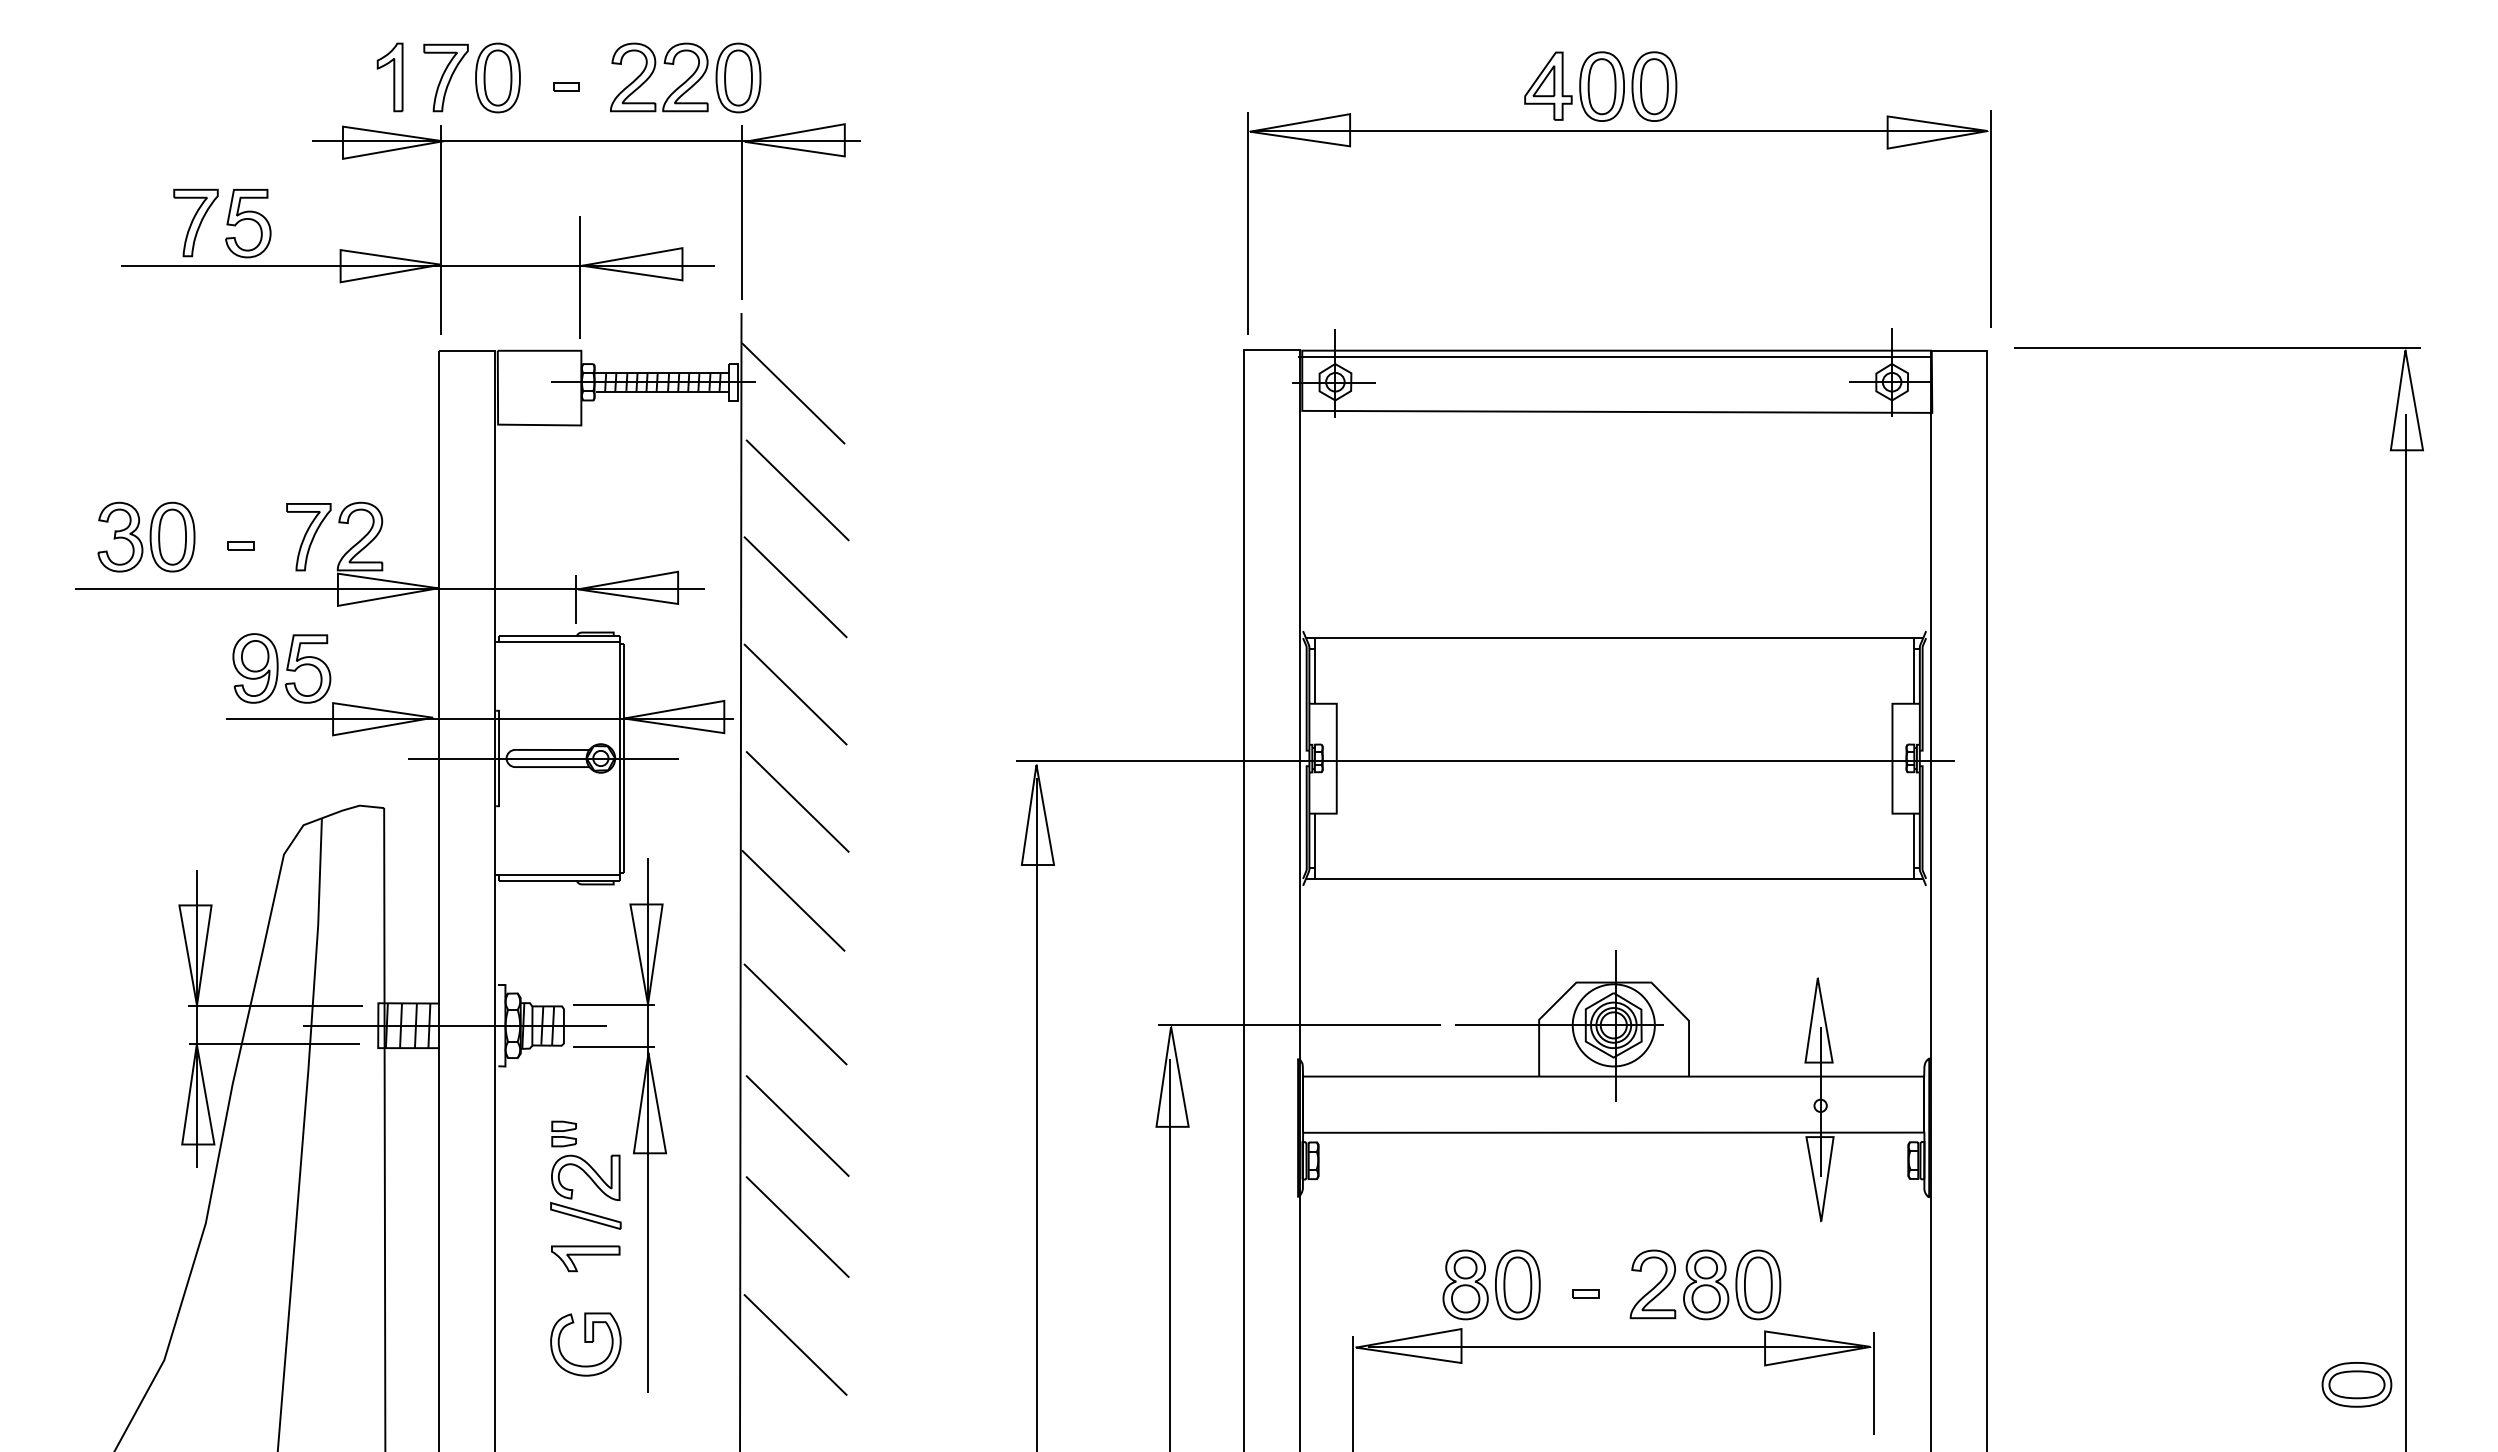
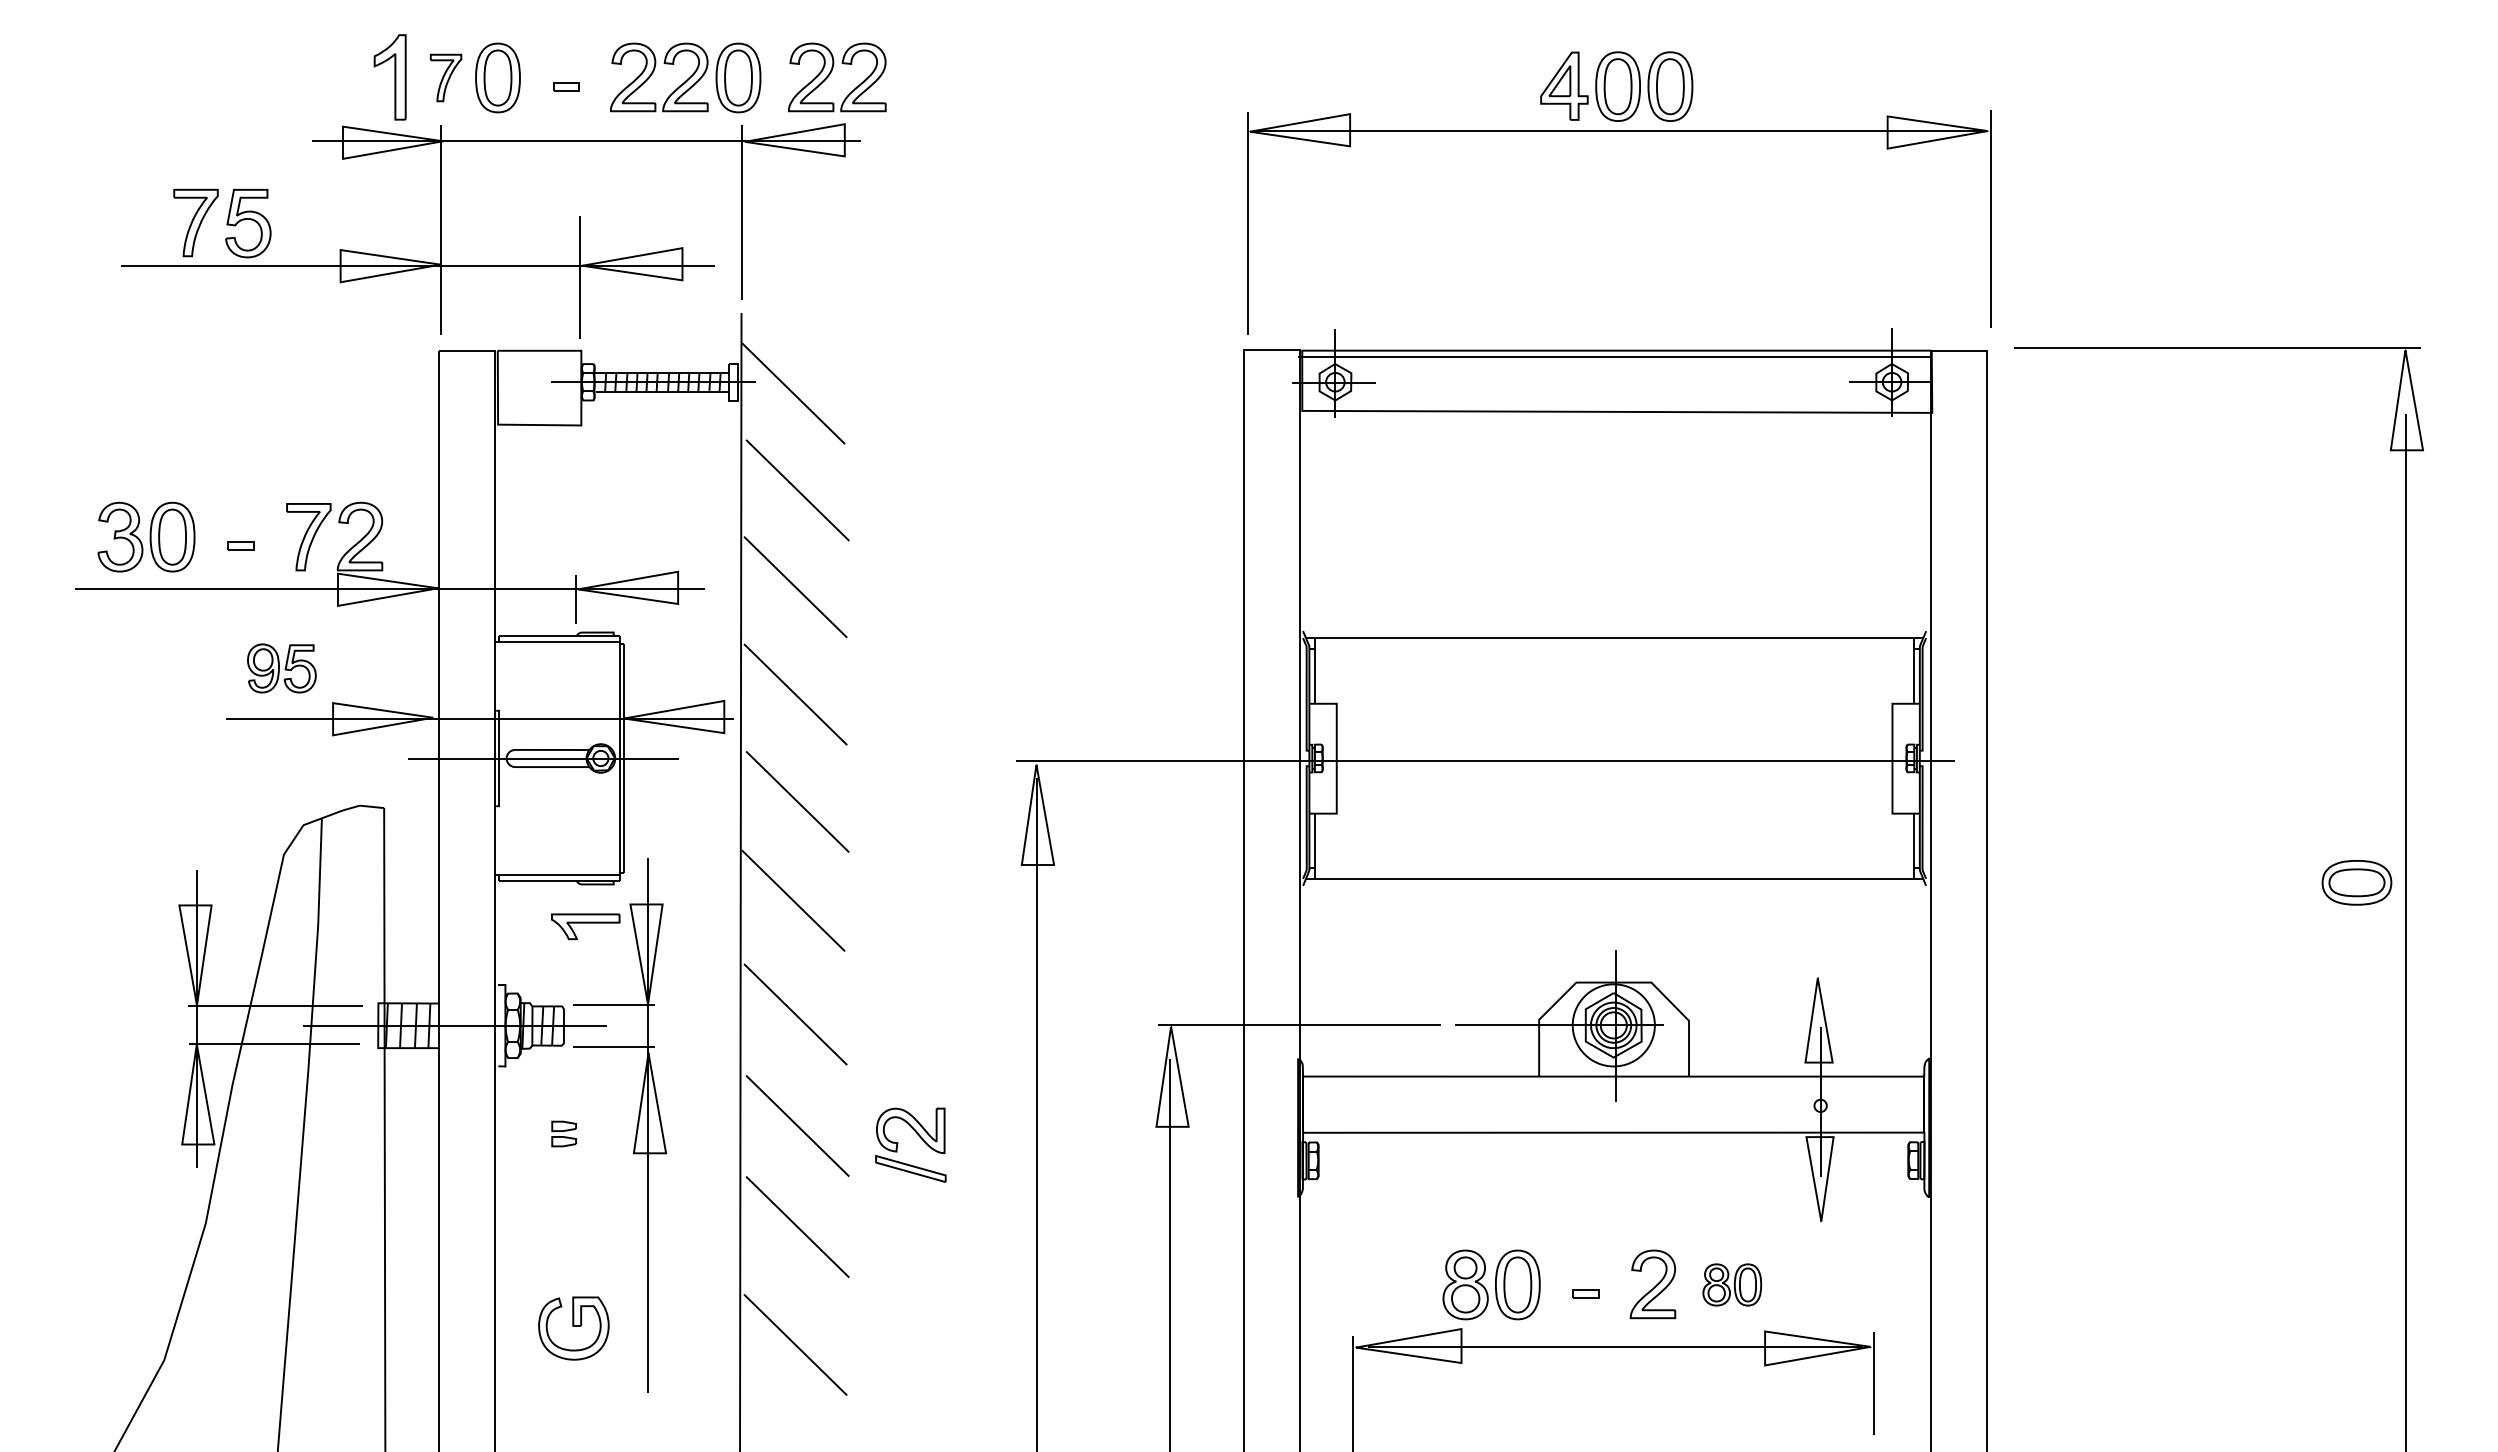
part at (830, 74): none -> present
part at (389, 77) size: 28x71 px -> 34x87 px
part at (445, 77) size: 46x70 px -> 34x50 px
part at (1600, 86) position: (1600, 86) -> (1616, 86)
part at (281, 668) size: 100x71 px -> 70x51 px
part at (593, 1183) position: (593, 1183) -> (918, 1136)
part at (585, 1258) position: (585, 1258) -> (585, 926)
part at (1732, 1284) size: 99x72 px -> 61x44 px
part at (585, 1344) position: (585, 1344) -> (573, 1328)
part at (2356, 1384) position: (2356, 1384) -> (2356, 882)
